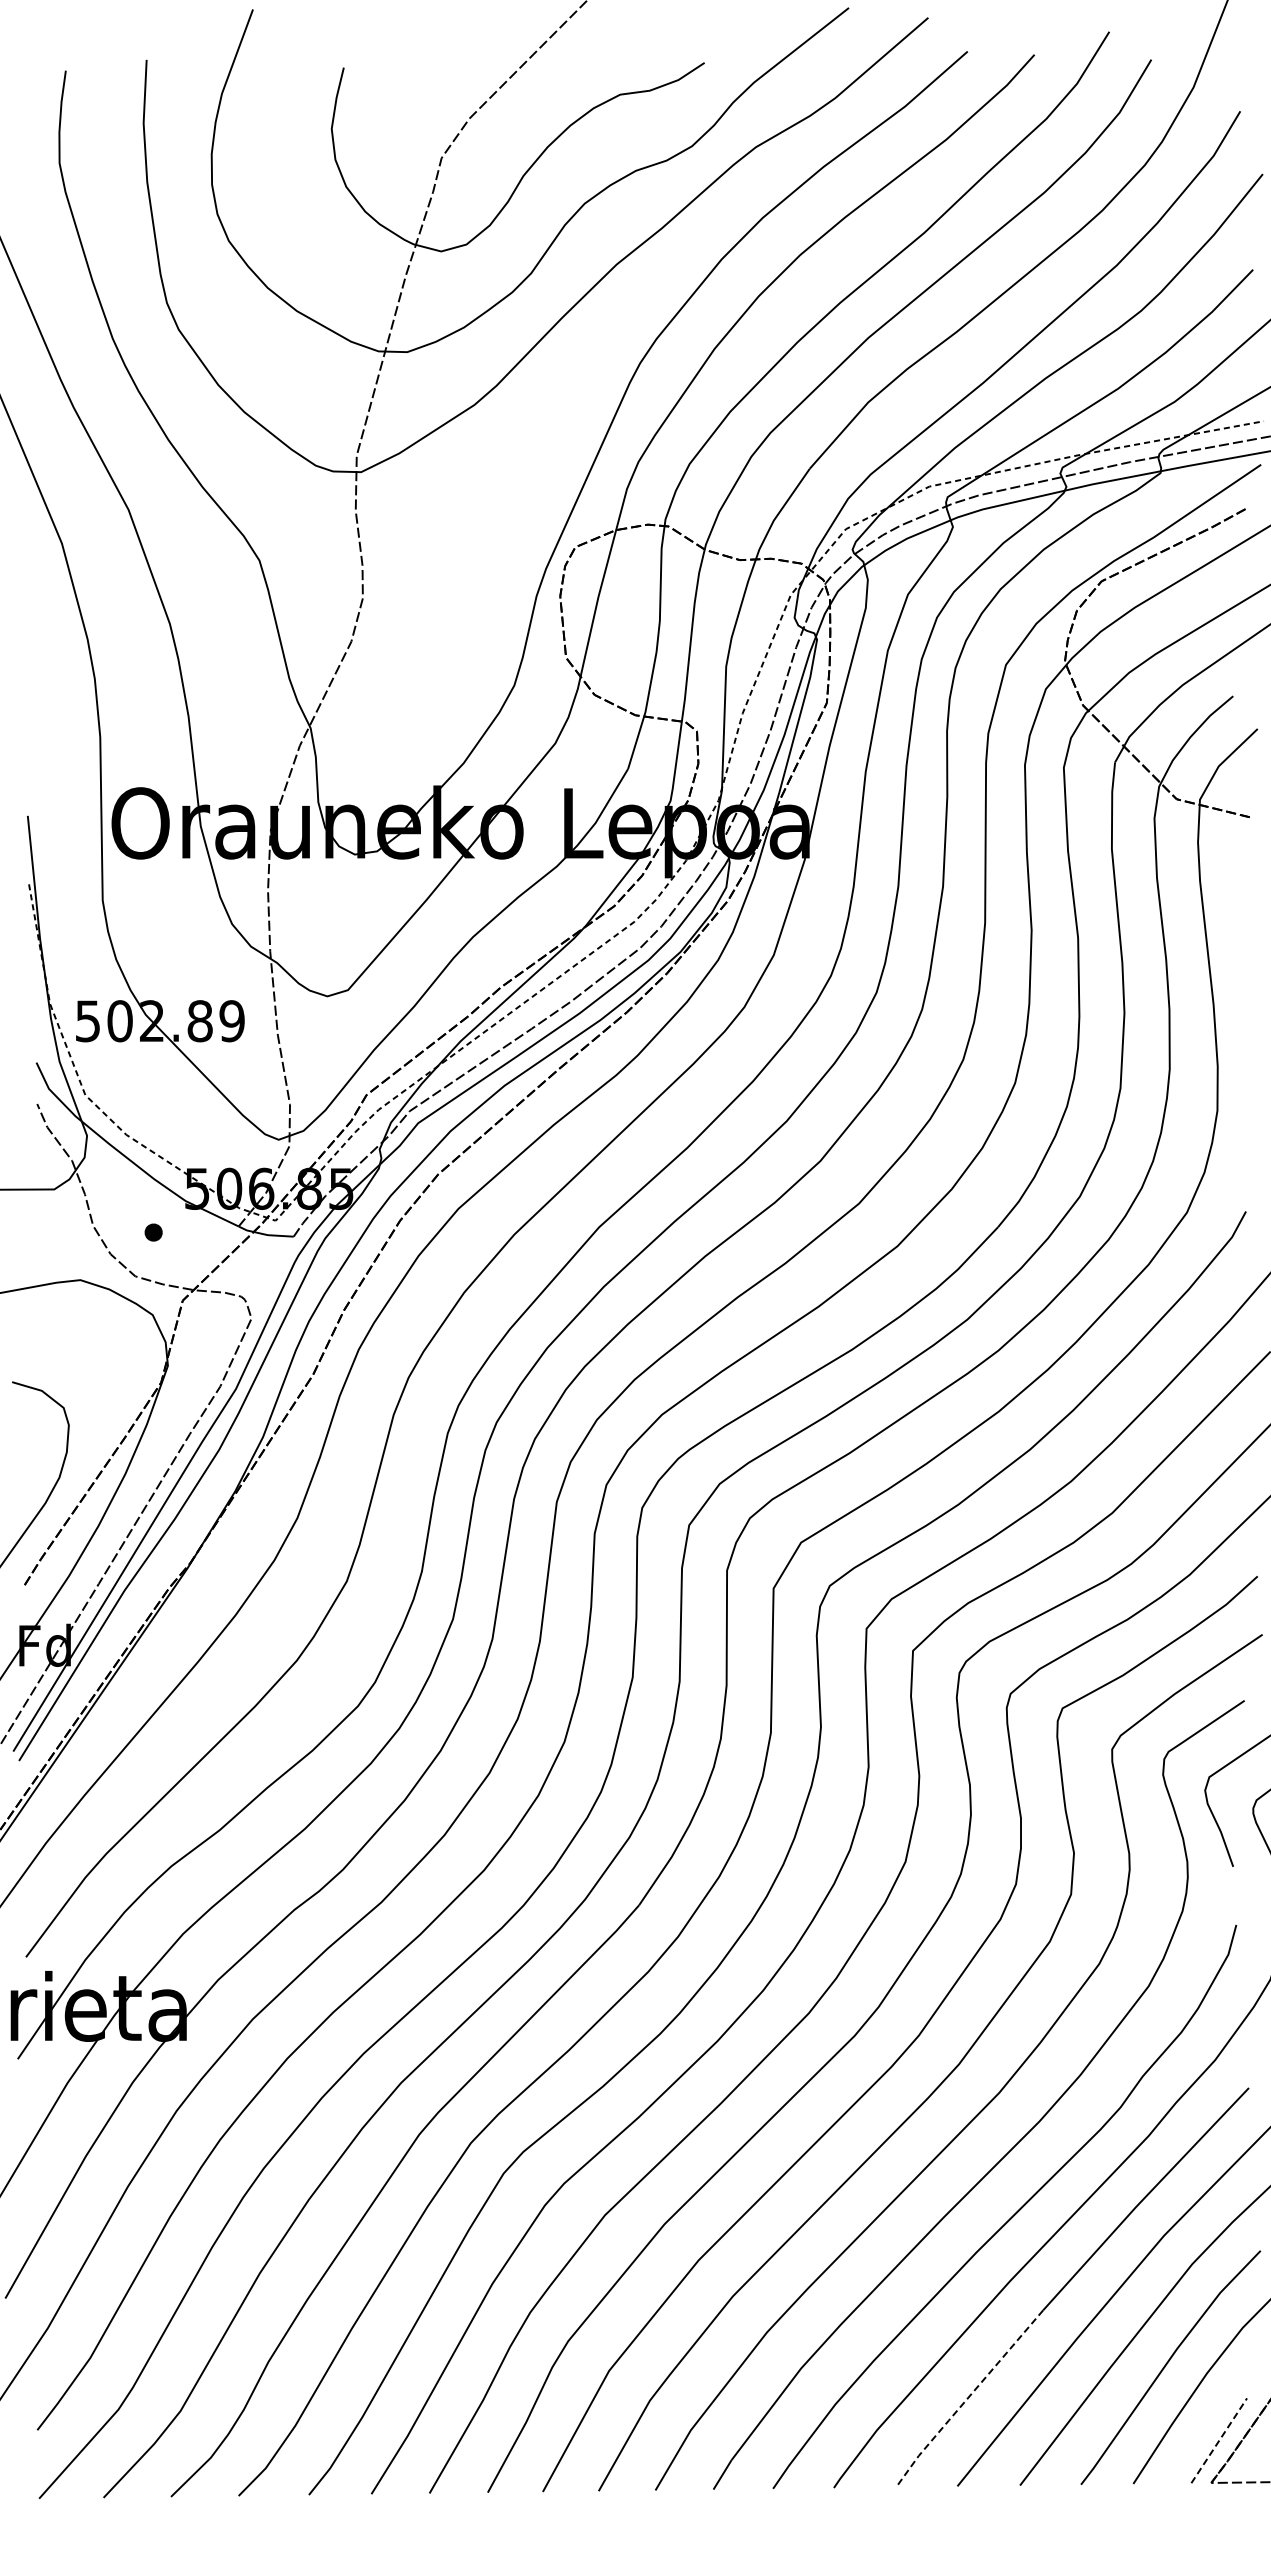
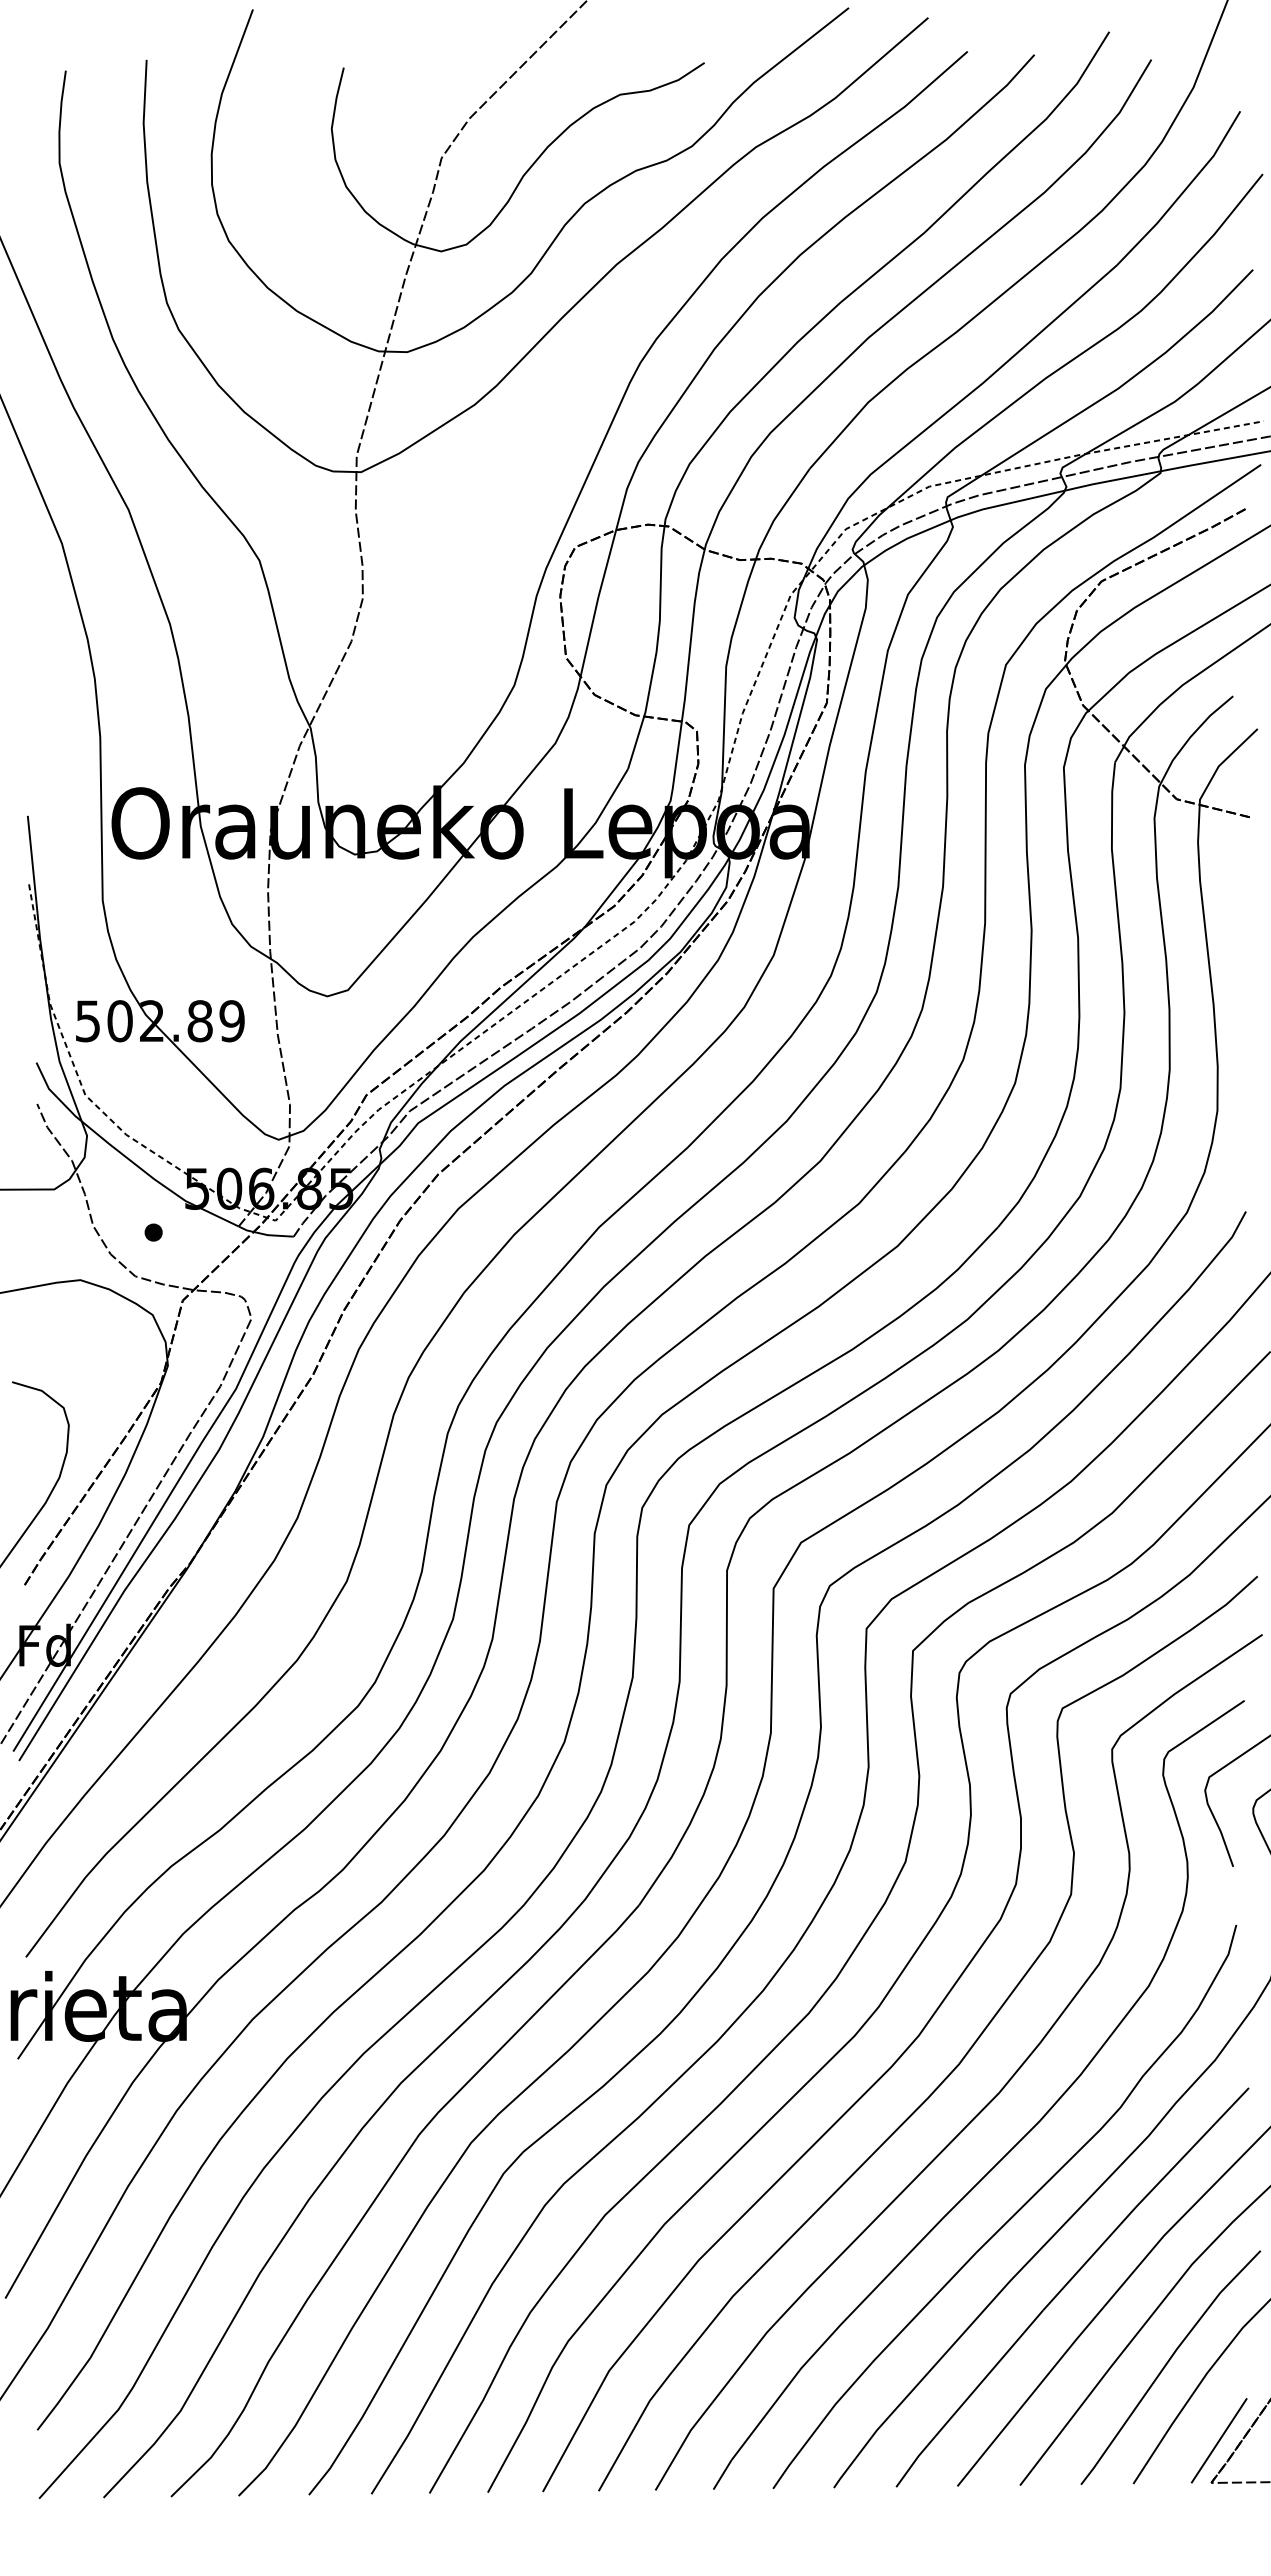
line at (967, 2399): dashed -> solid
line at (1219, 2440): dashed -> solid
